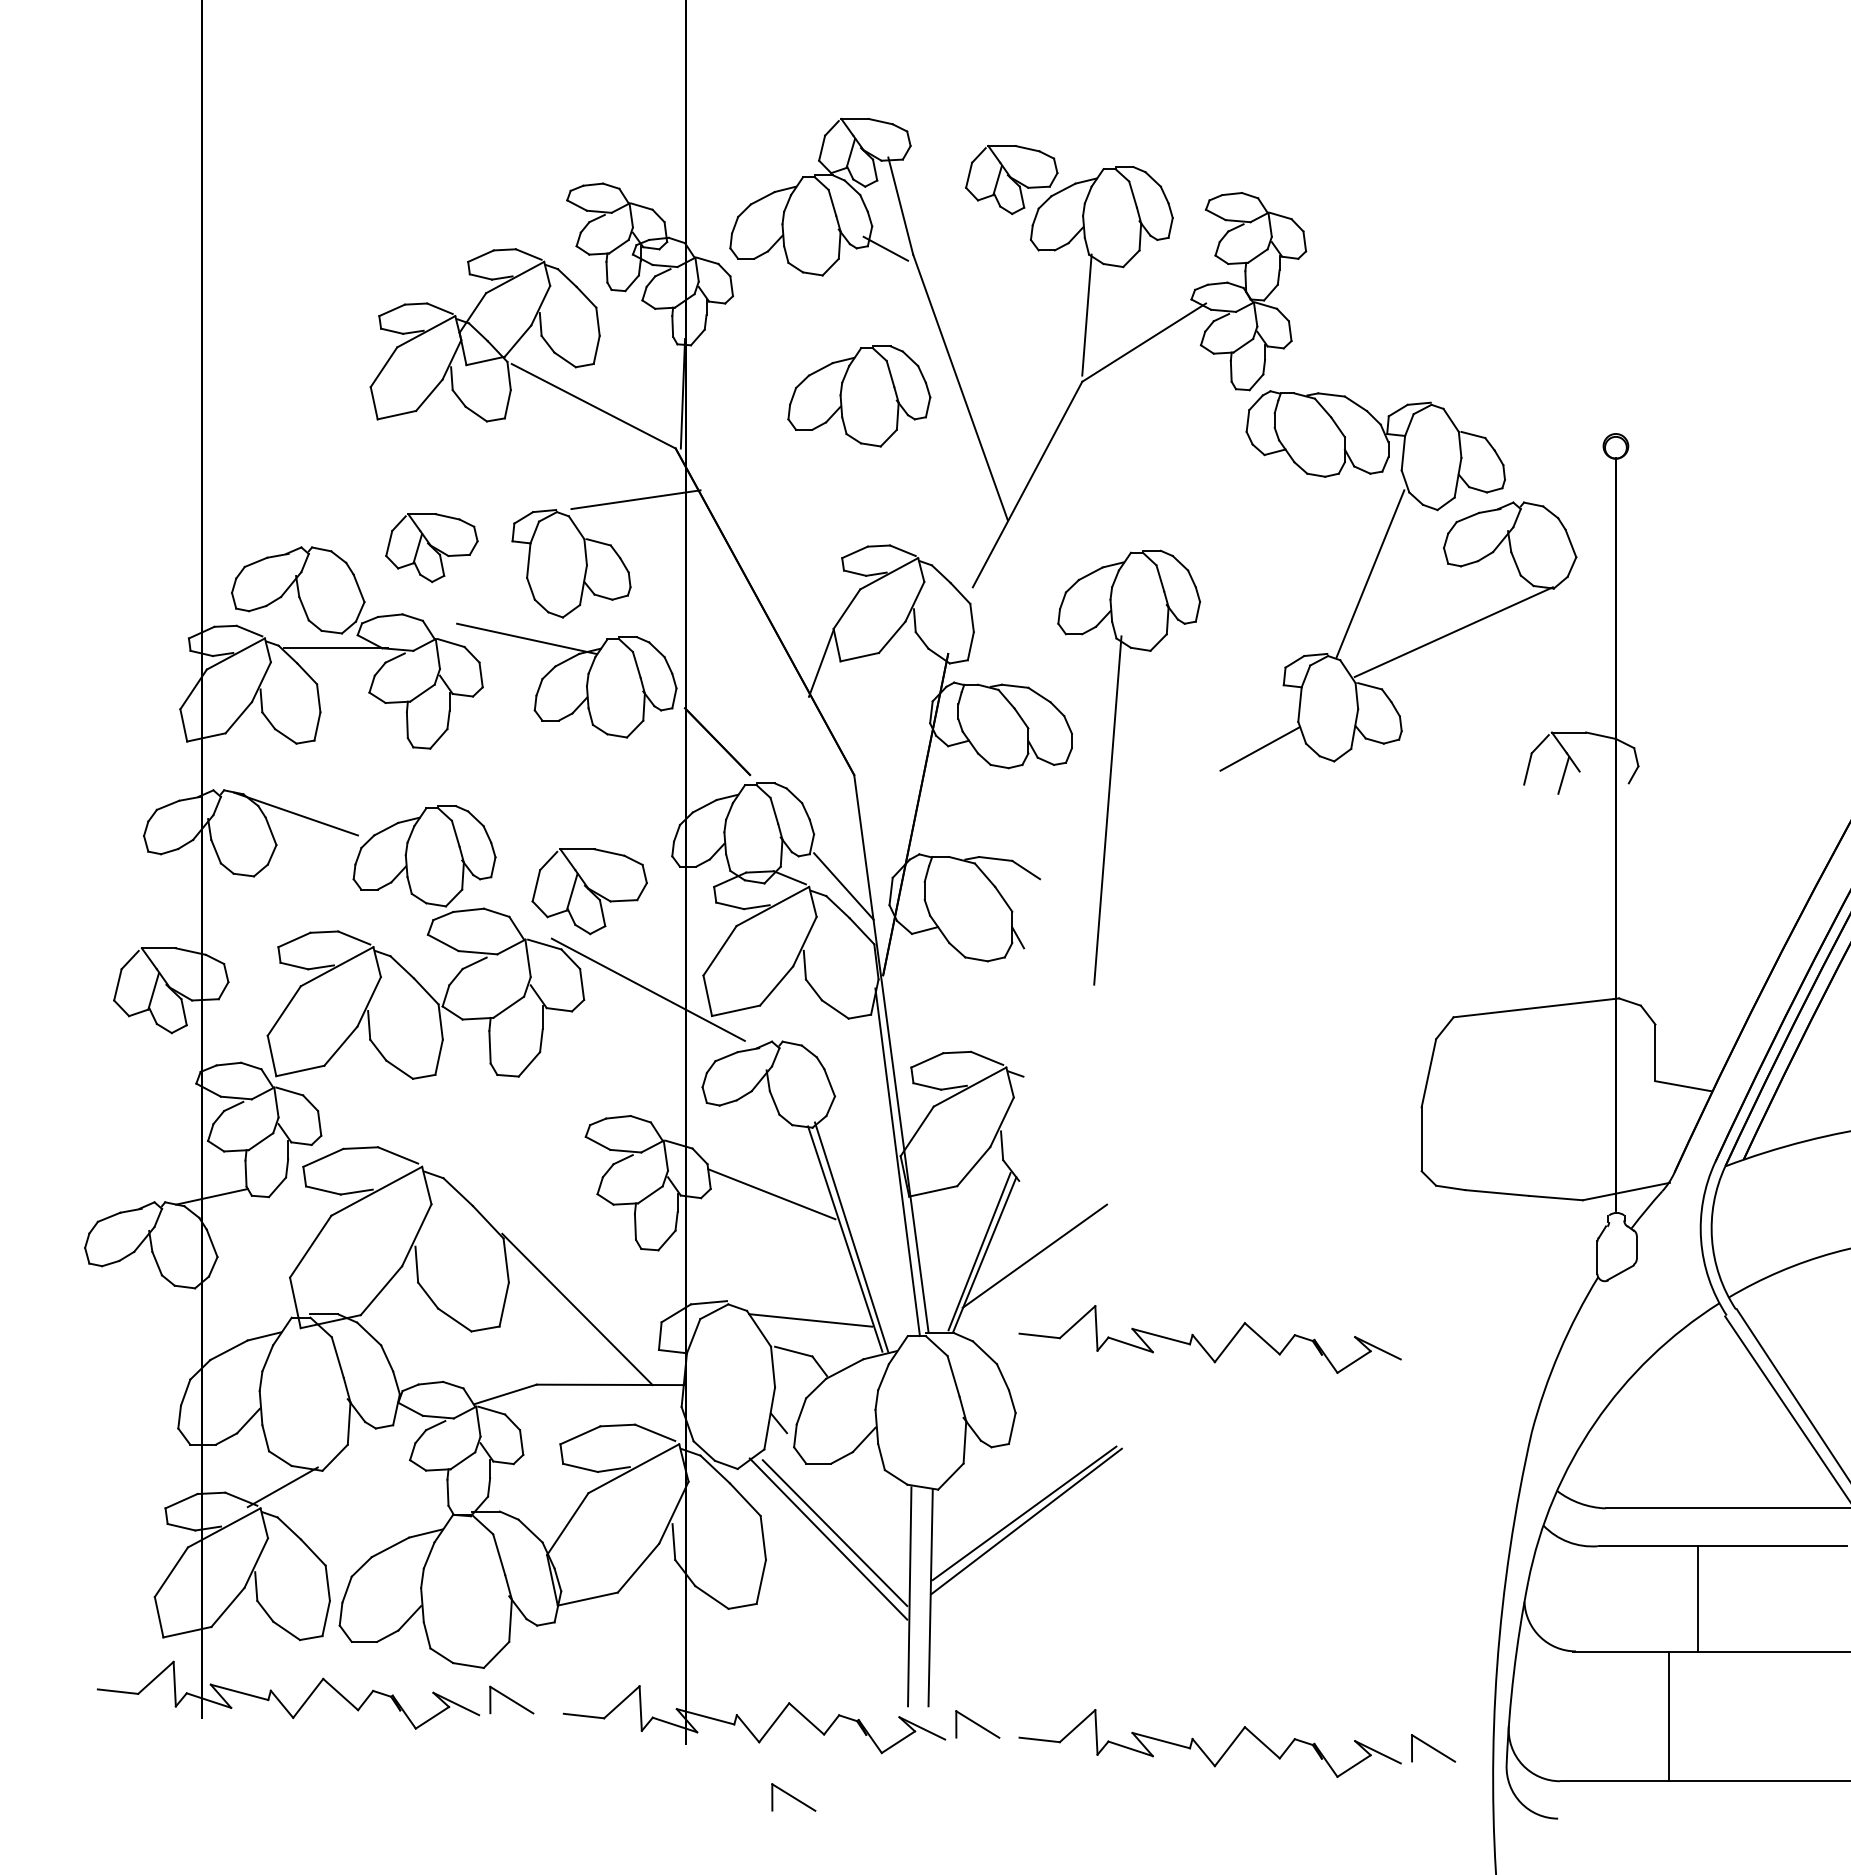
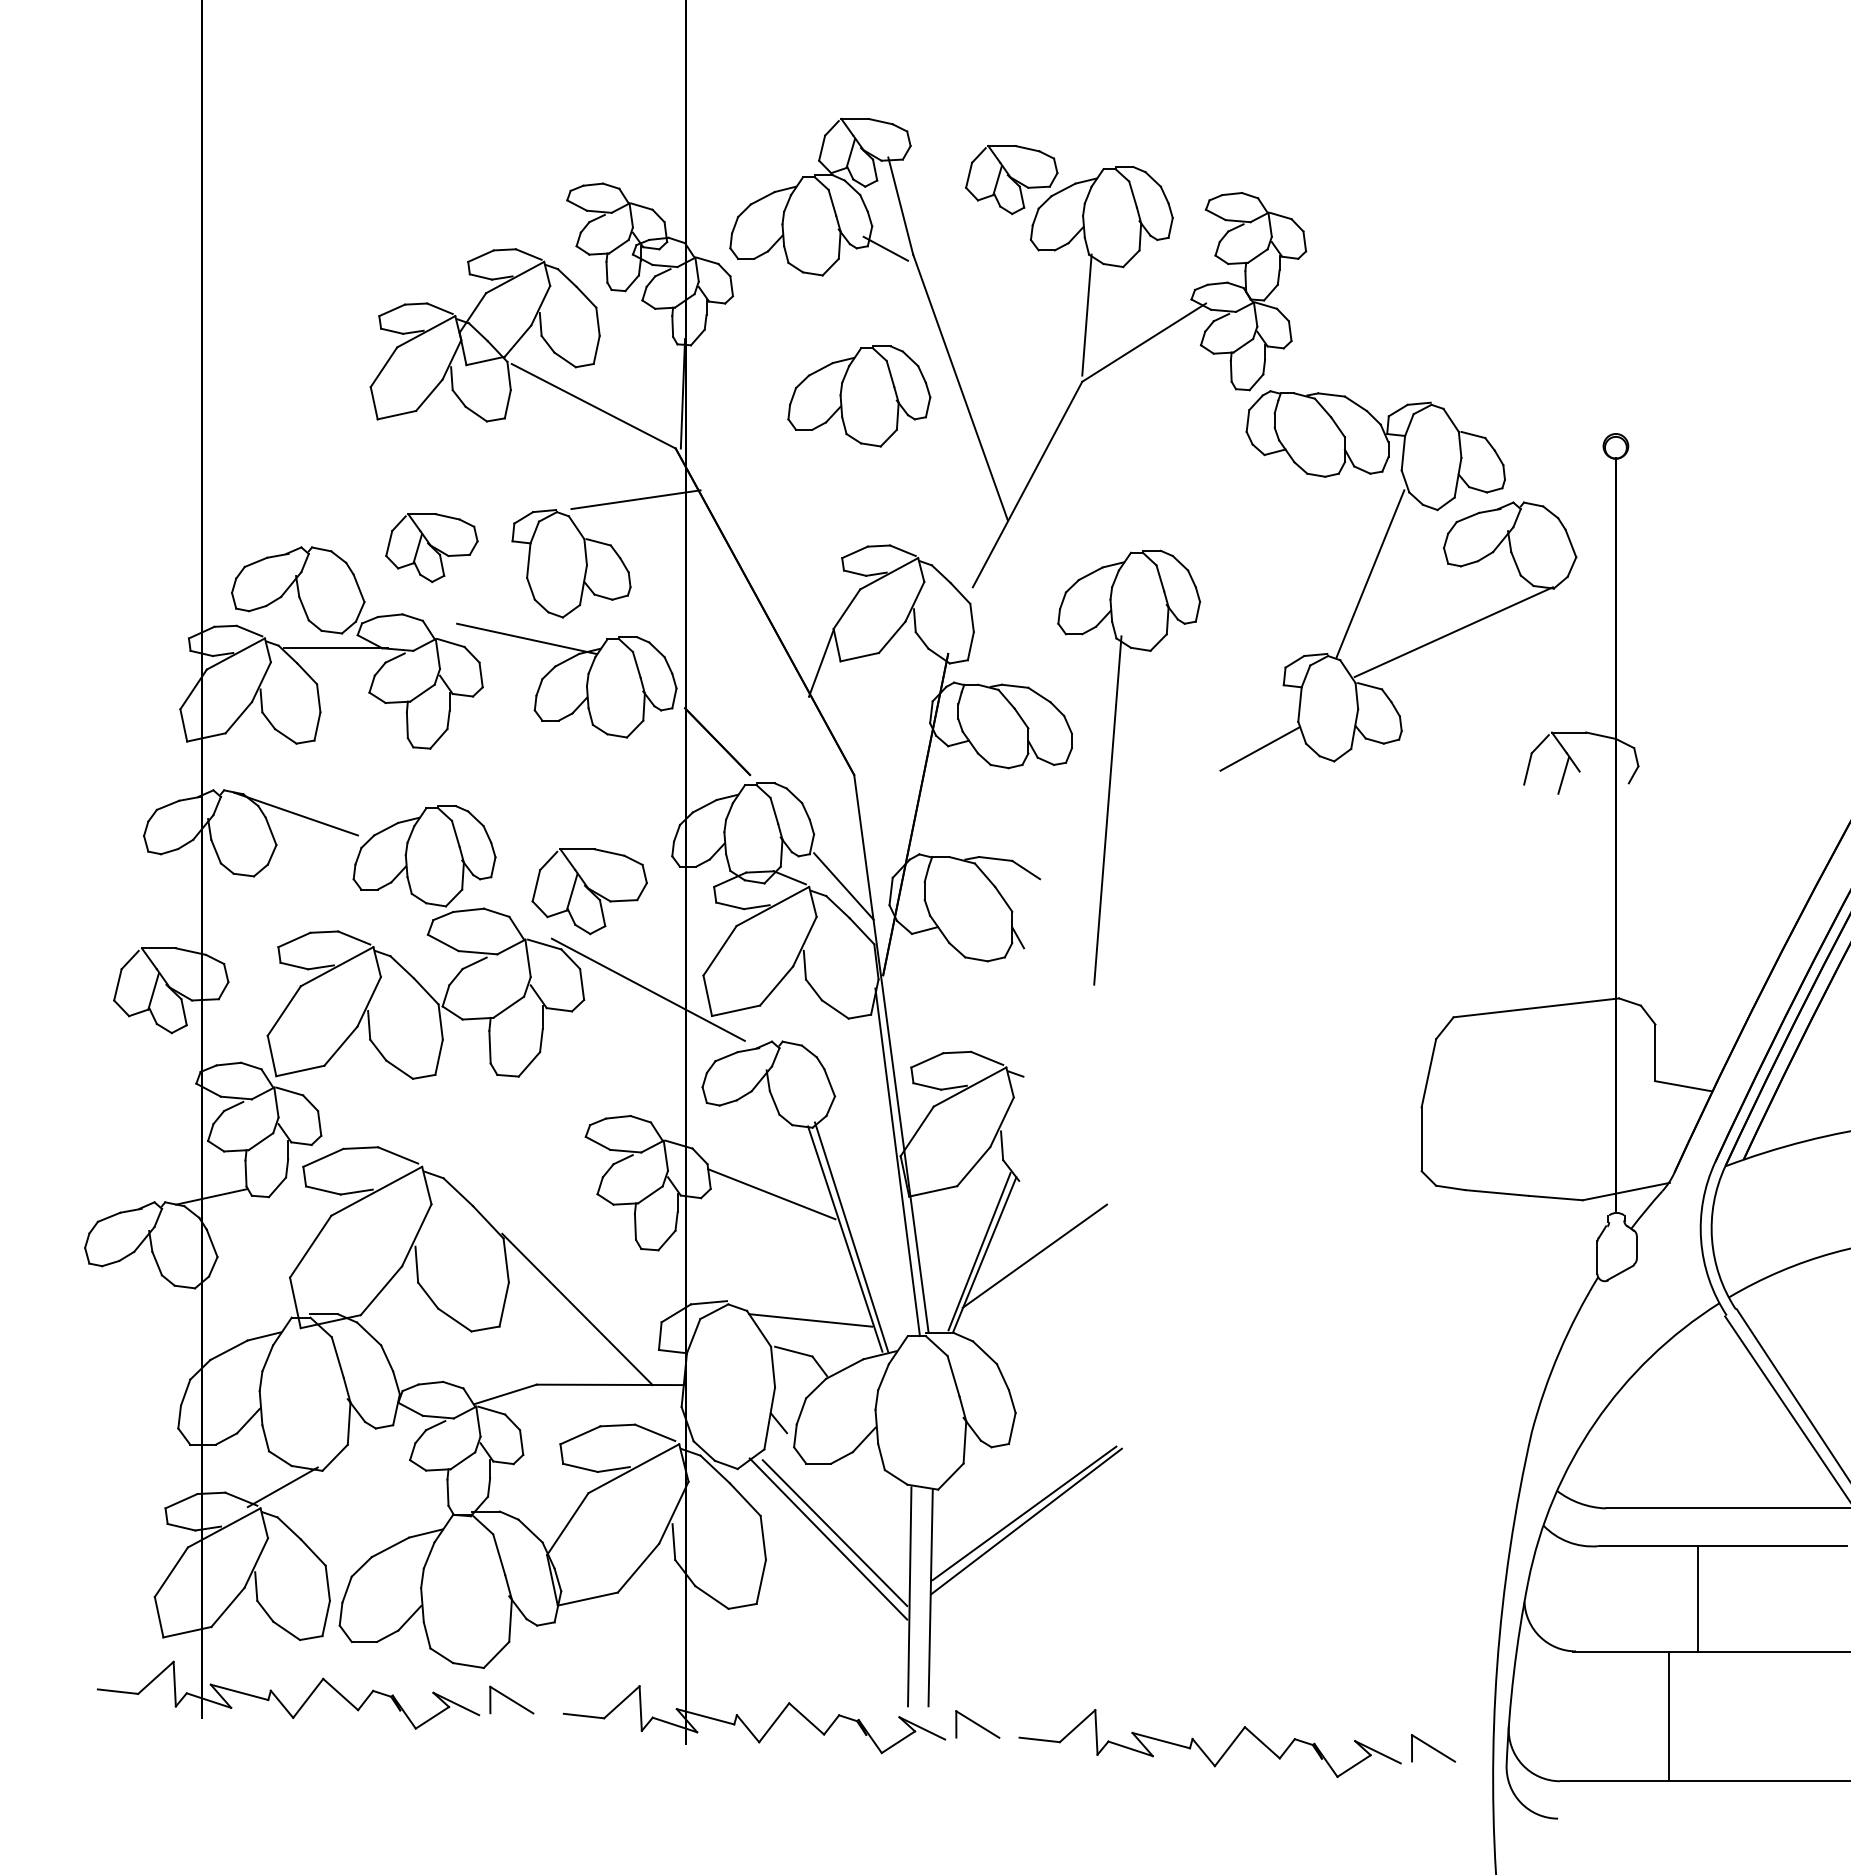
part at (1202, 1345): present -> none
part at (793, 1797): present -> none
